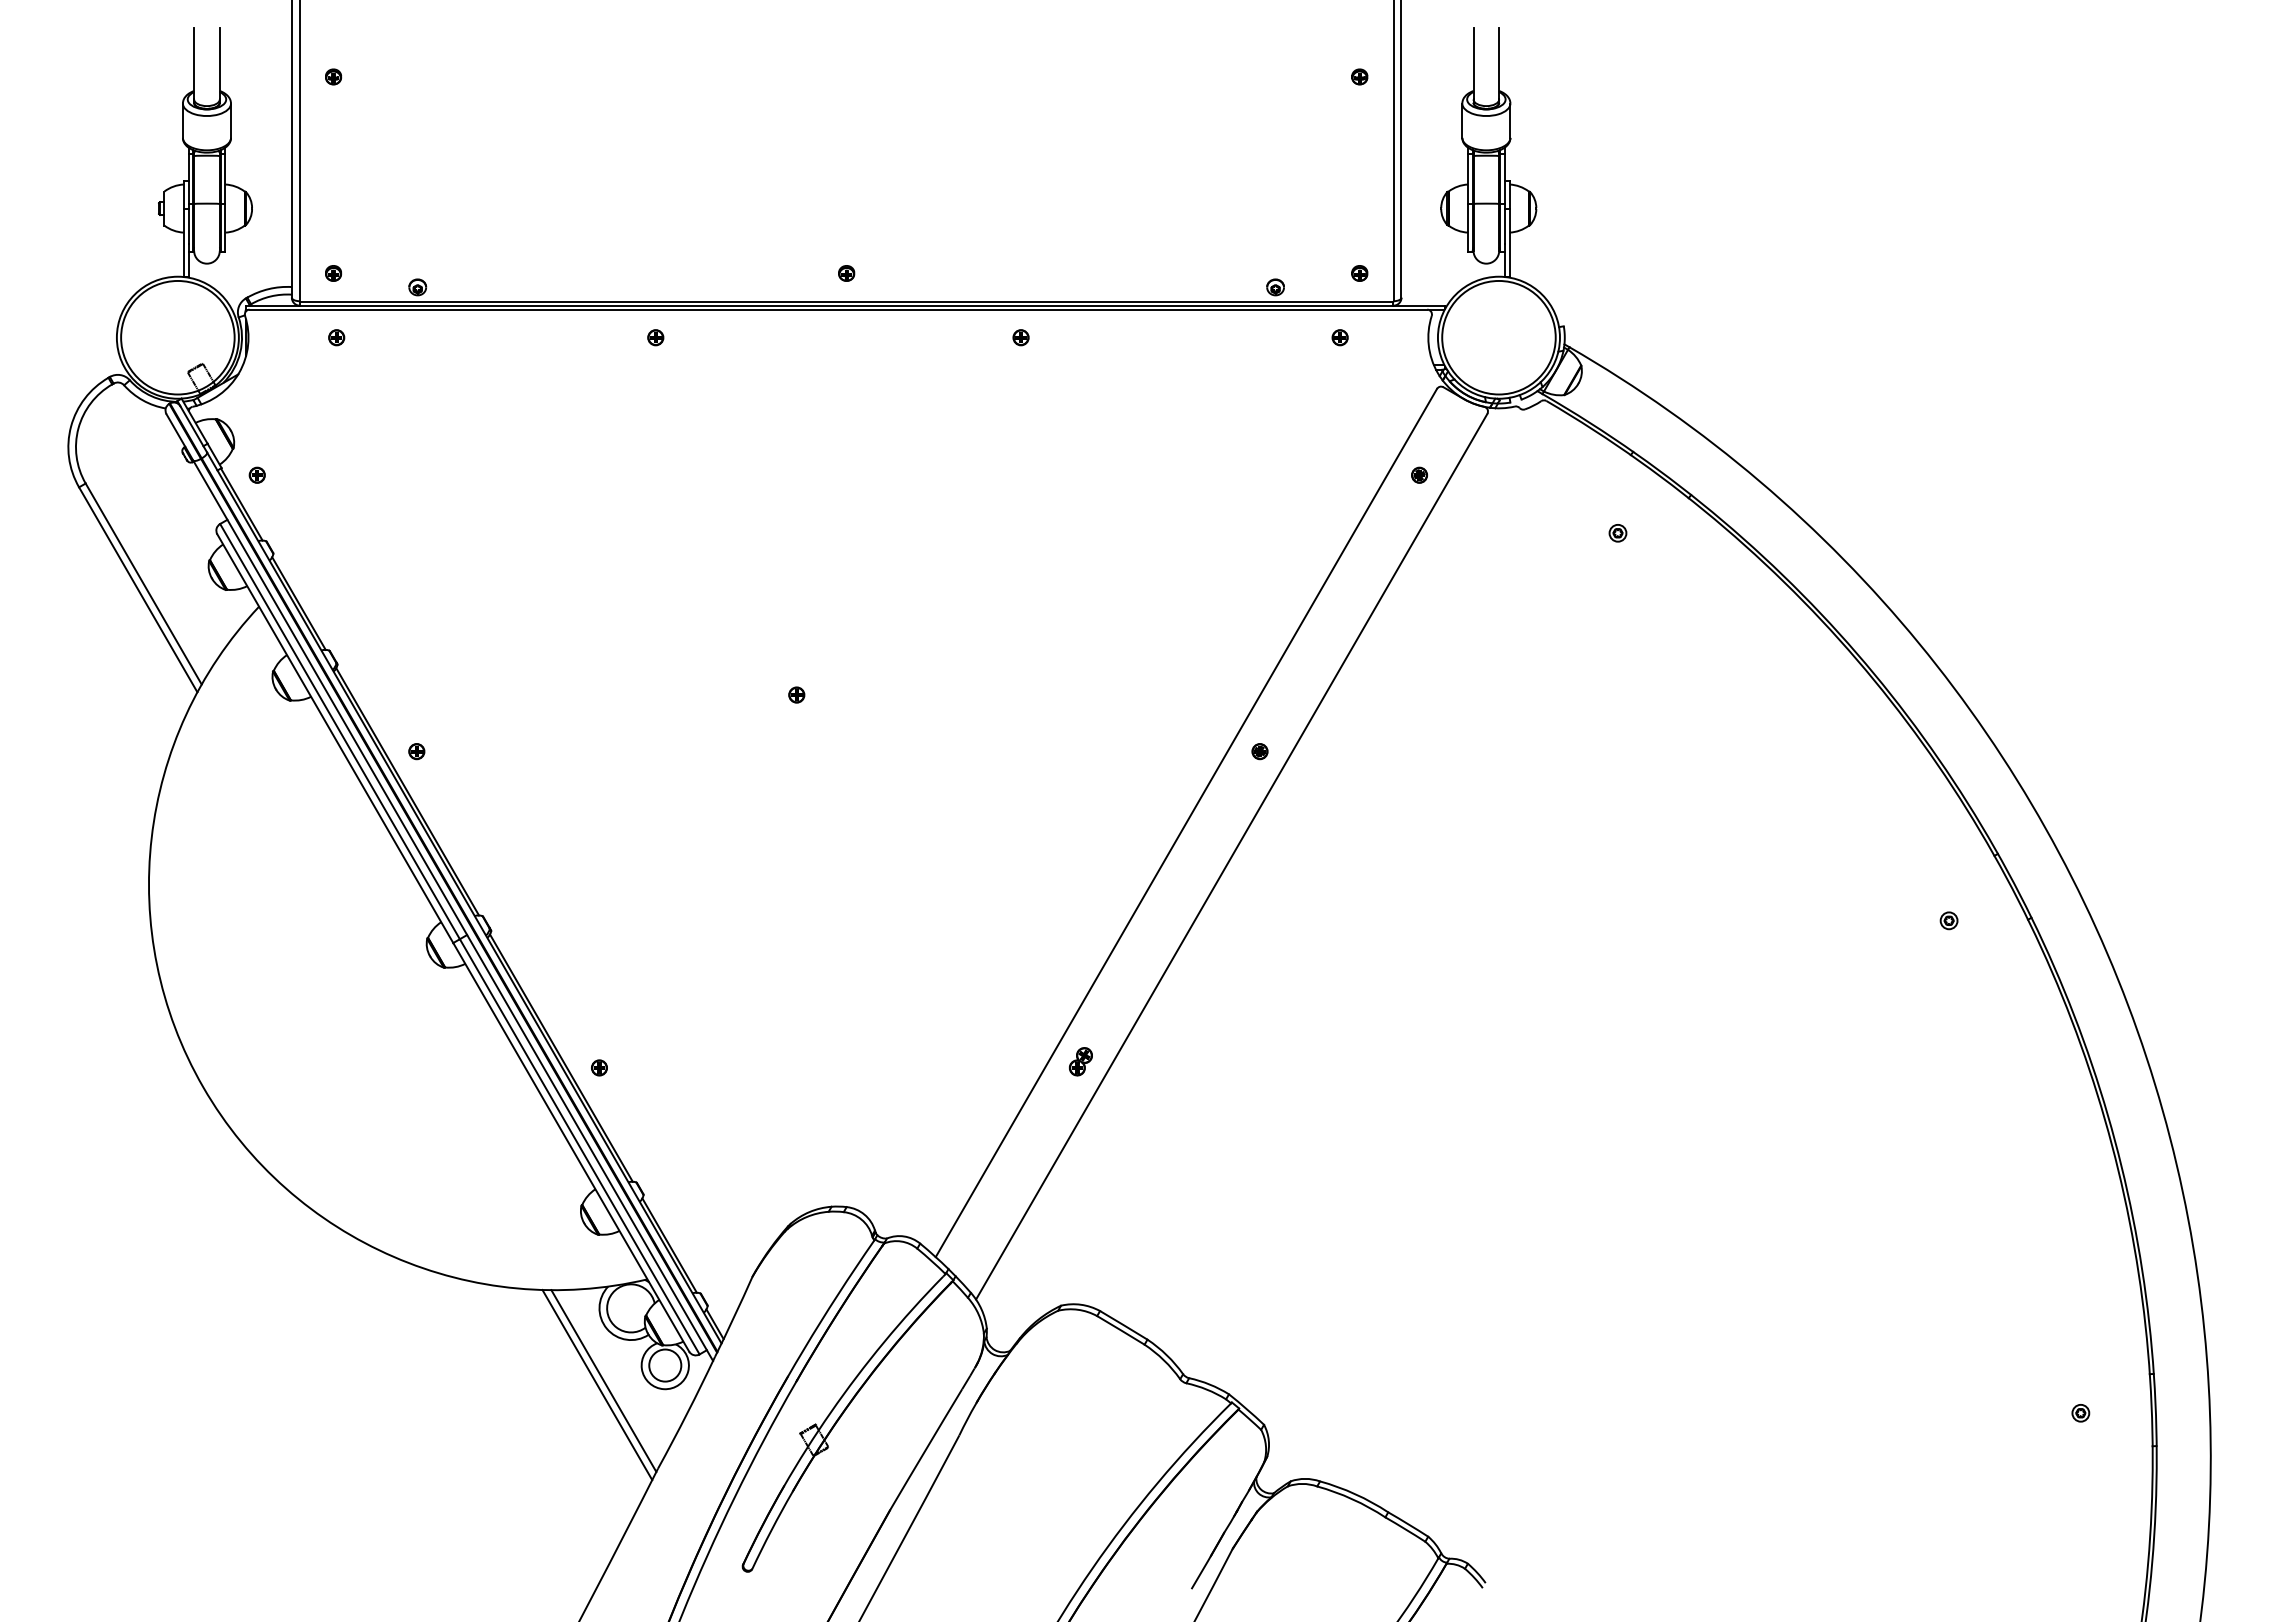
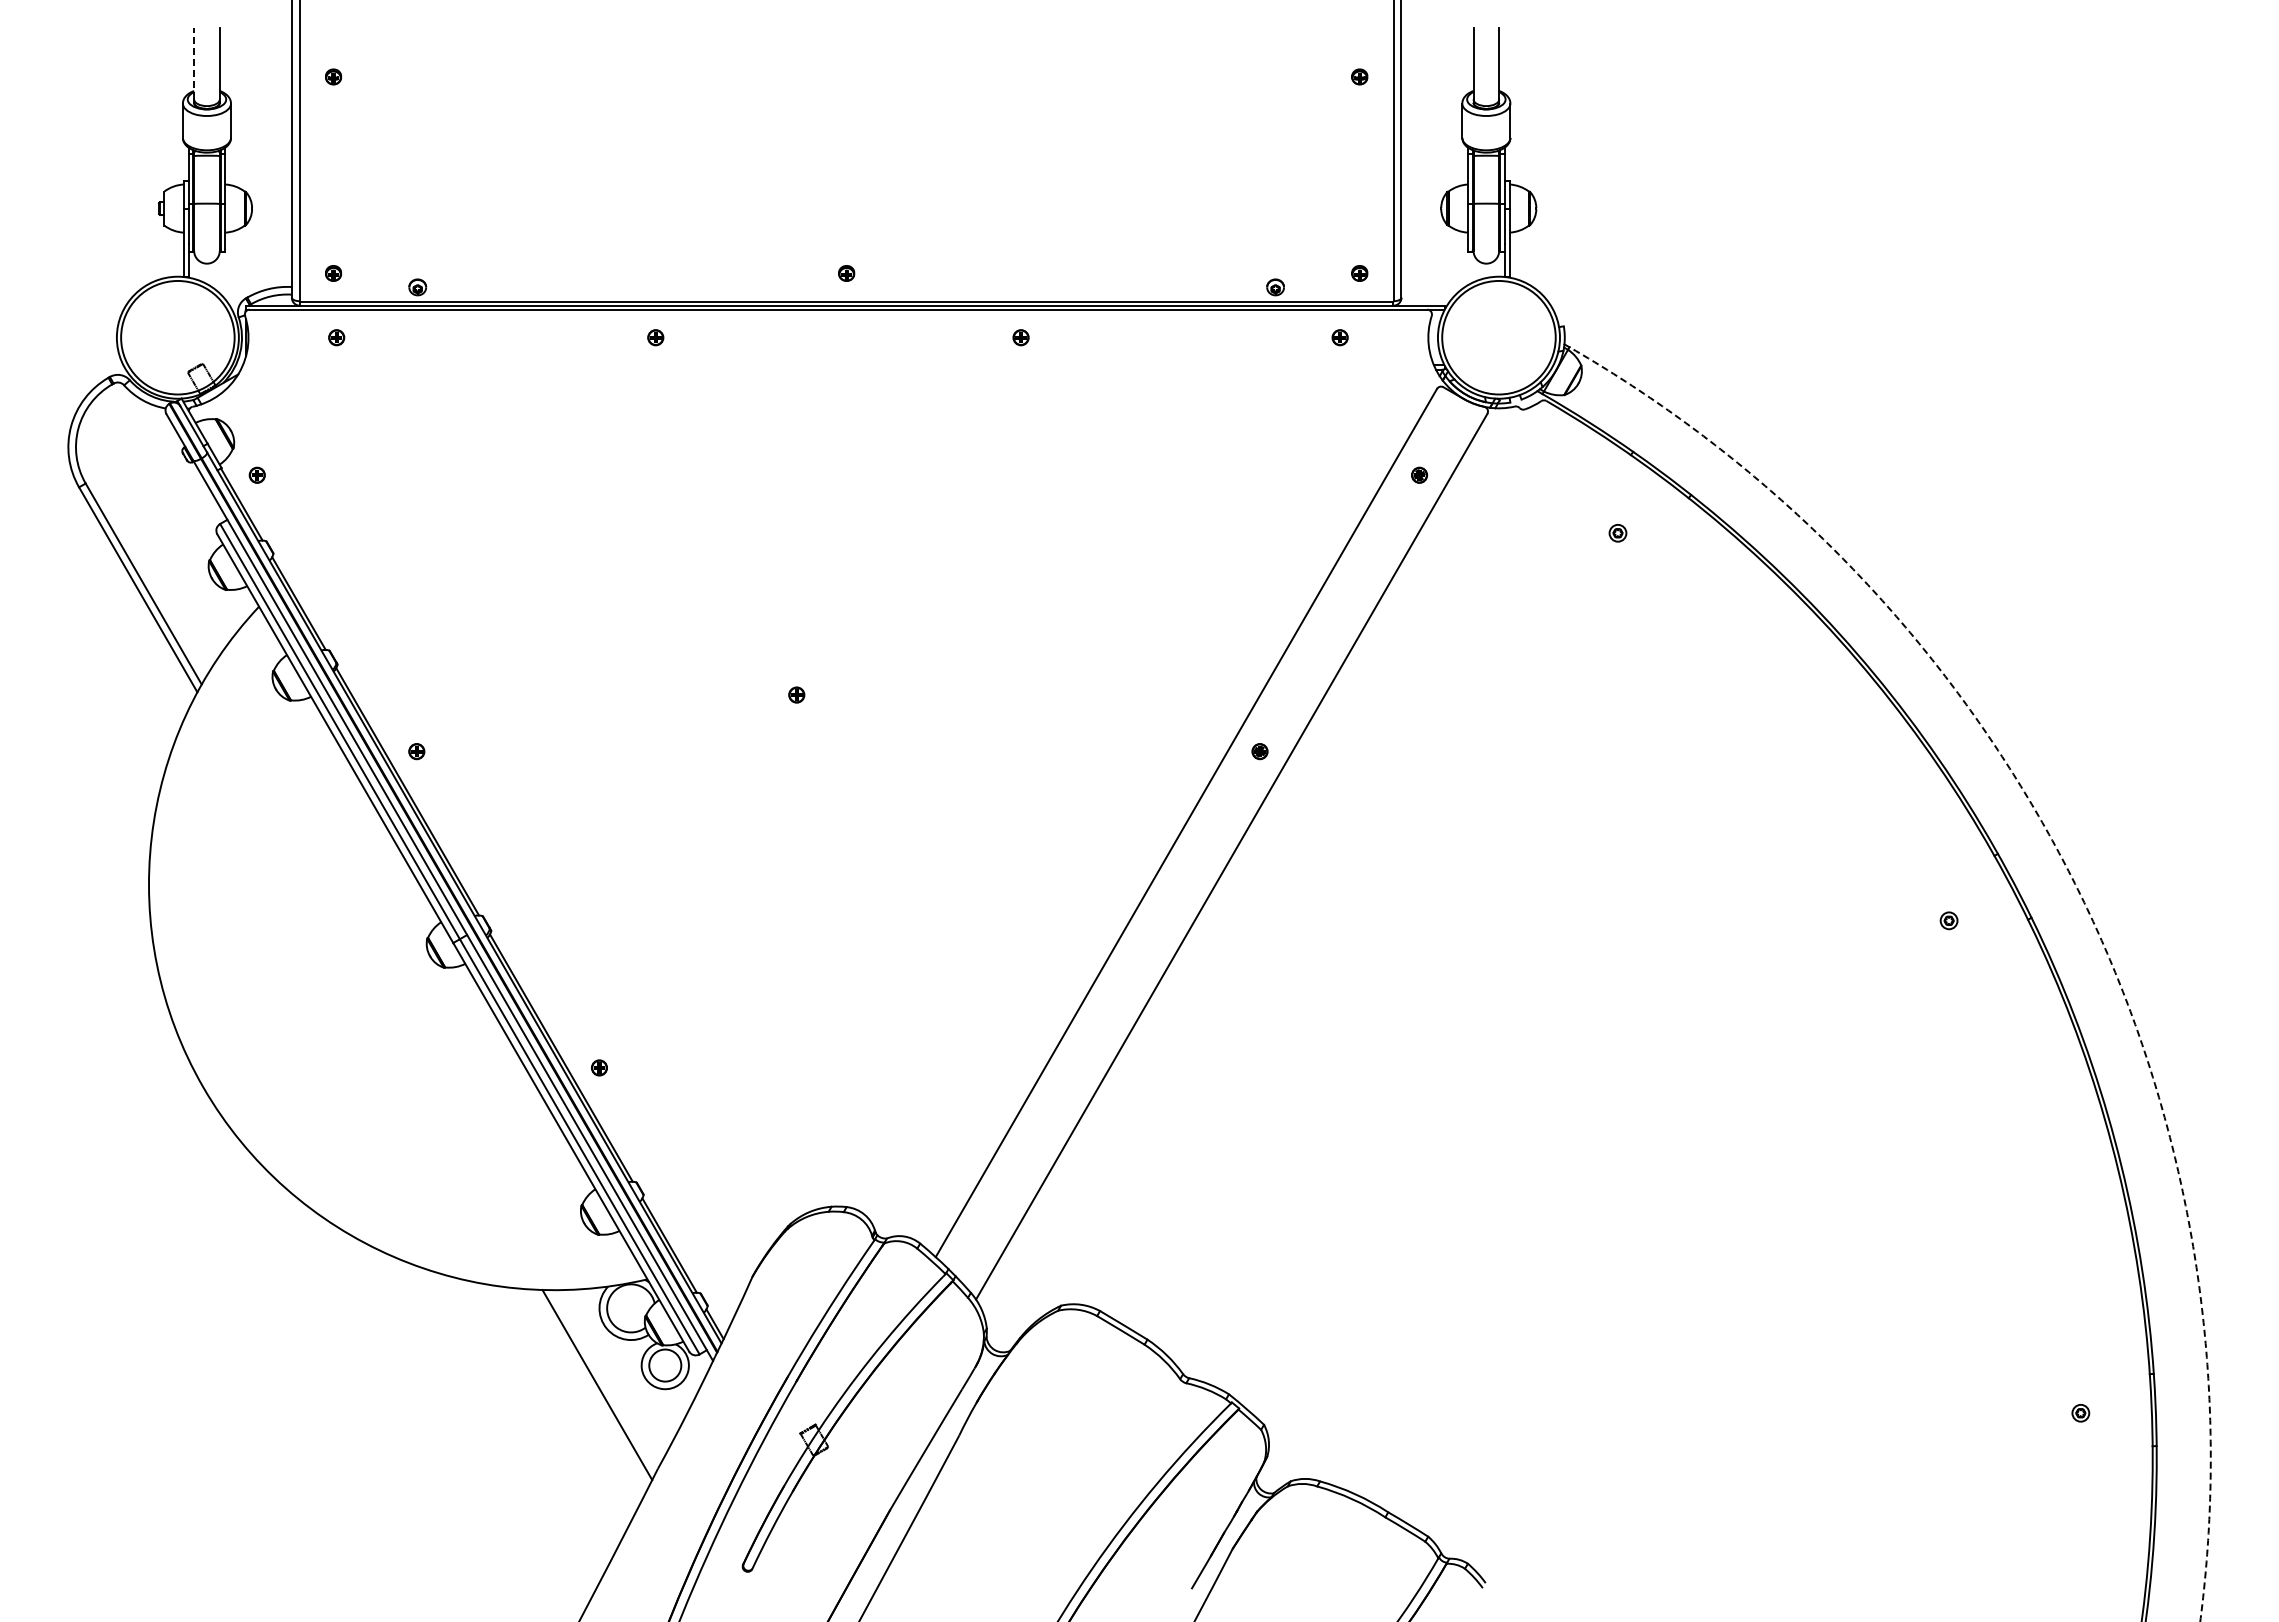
line at (194, 63): solid -> dashed
arc at (2076, 887): solid -> dashed
part at (1080, 1061): present -> none
line at (603, 1380): present -> none
